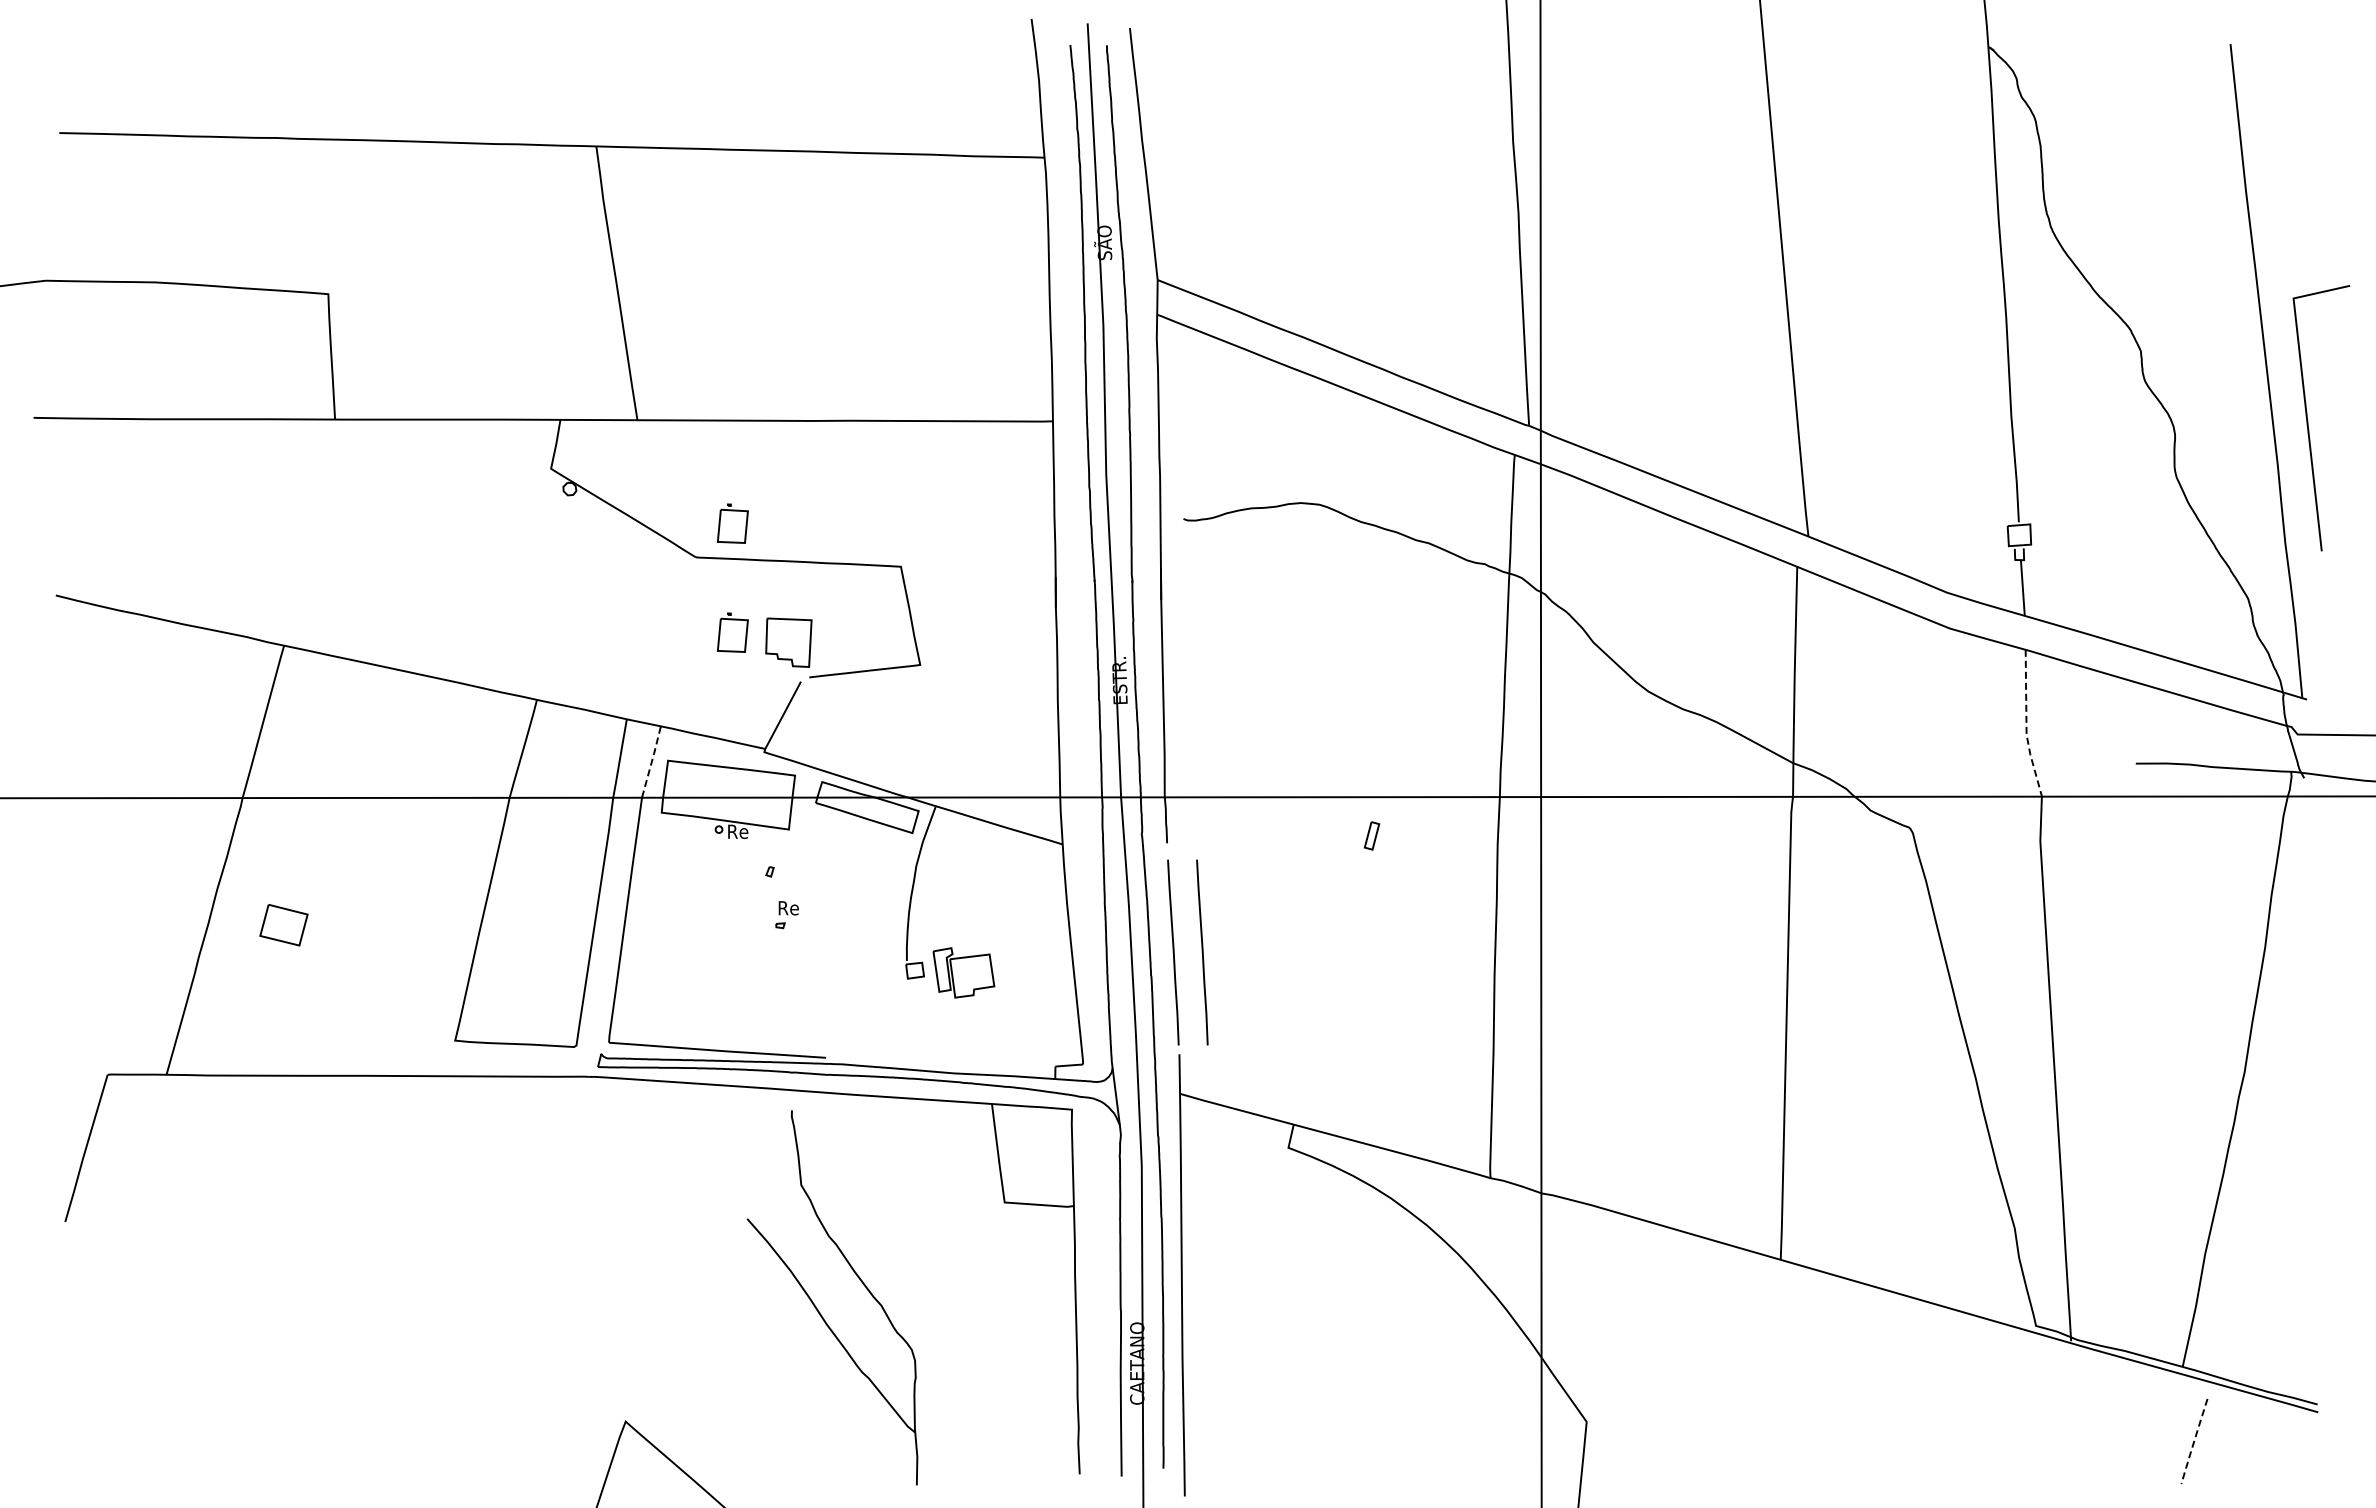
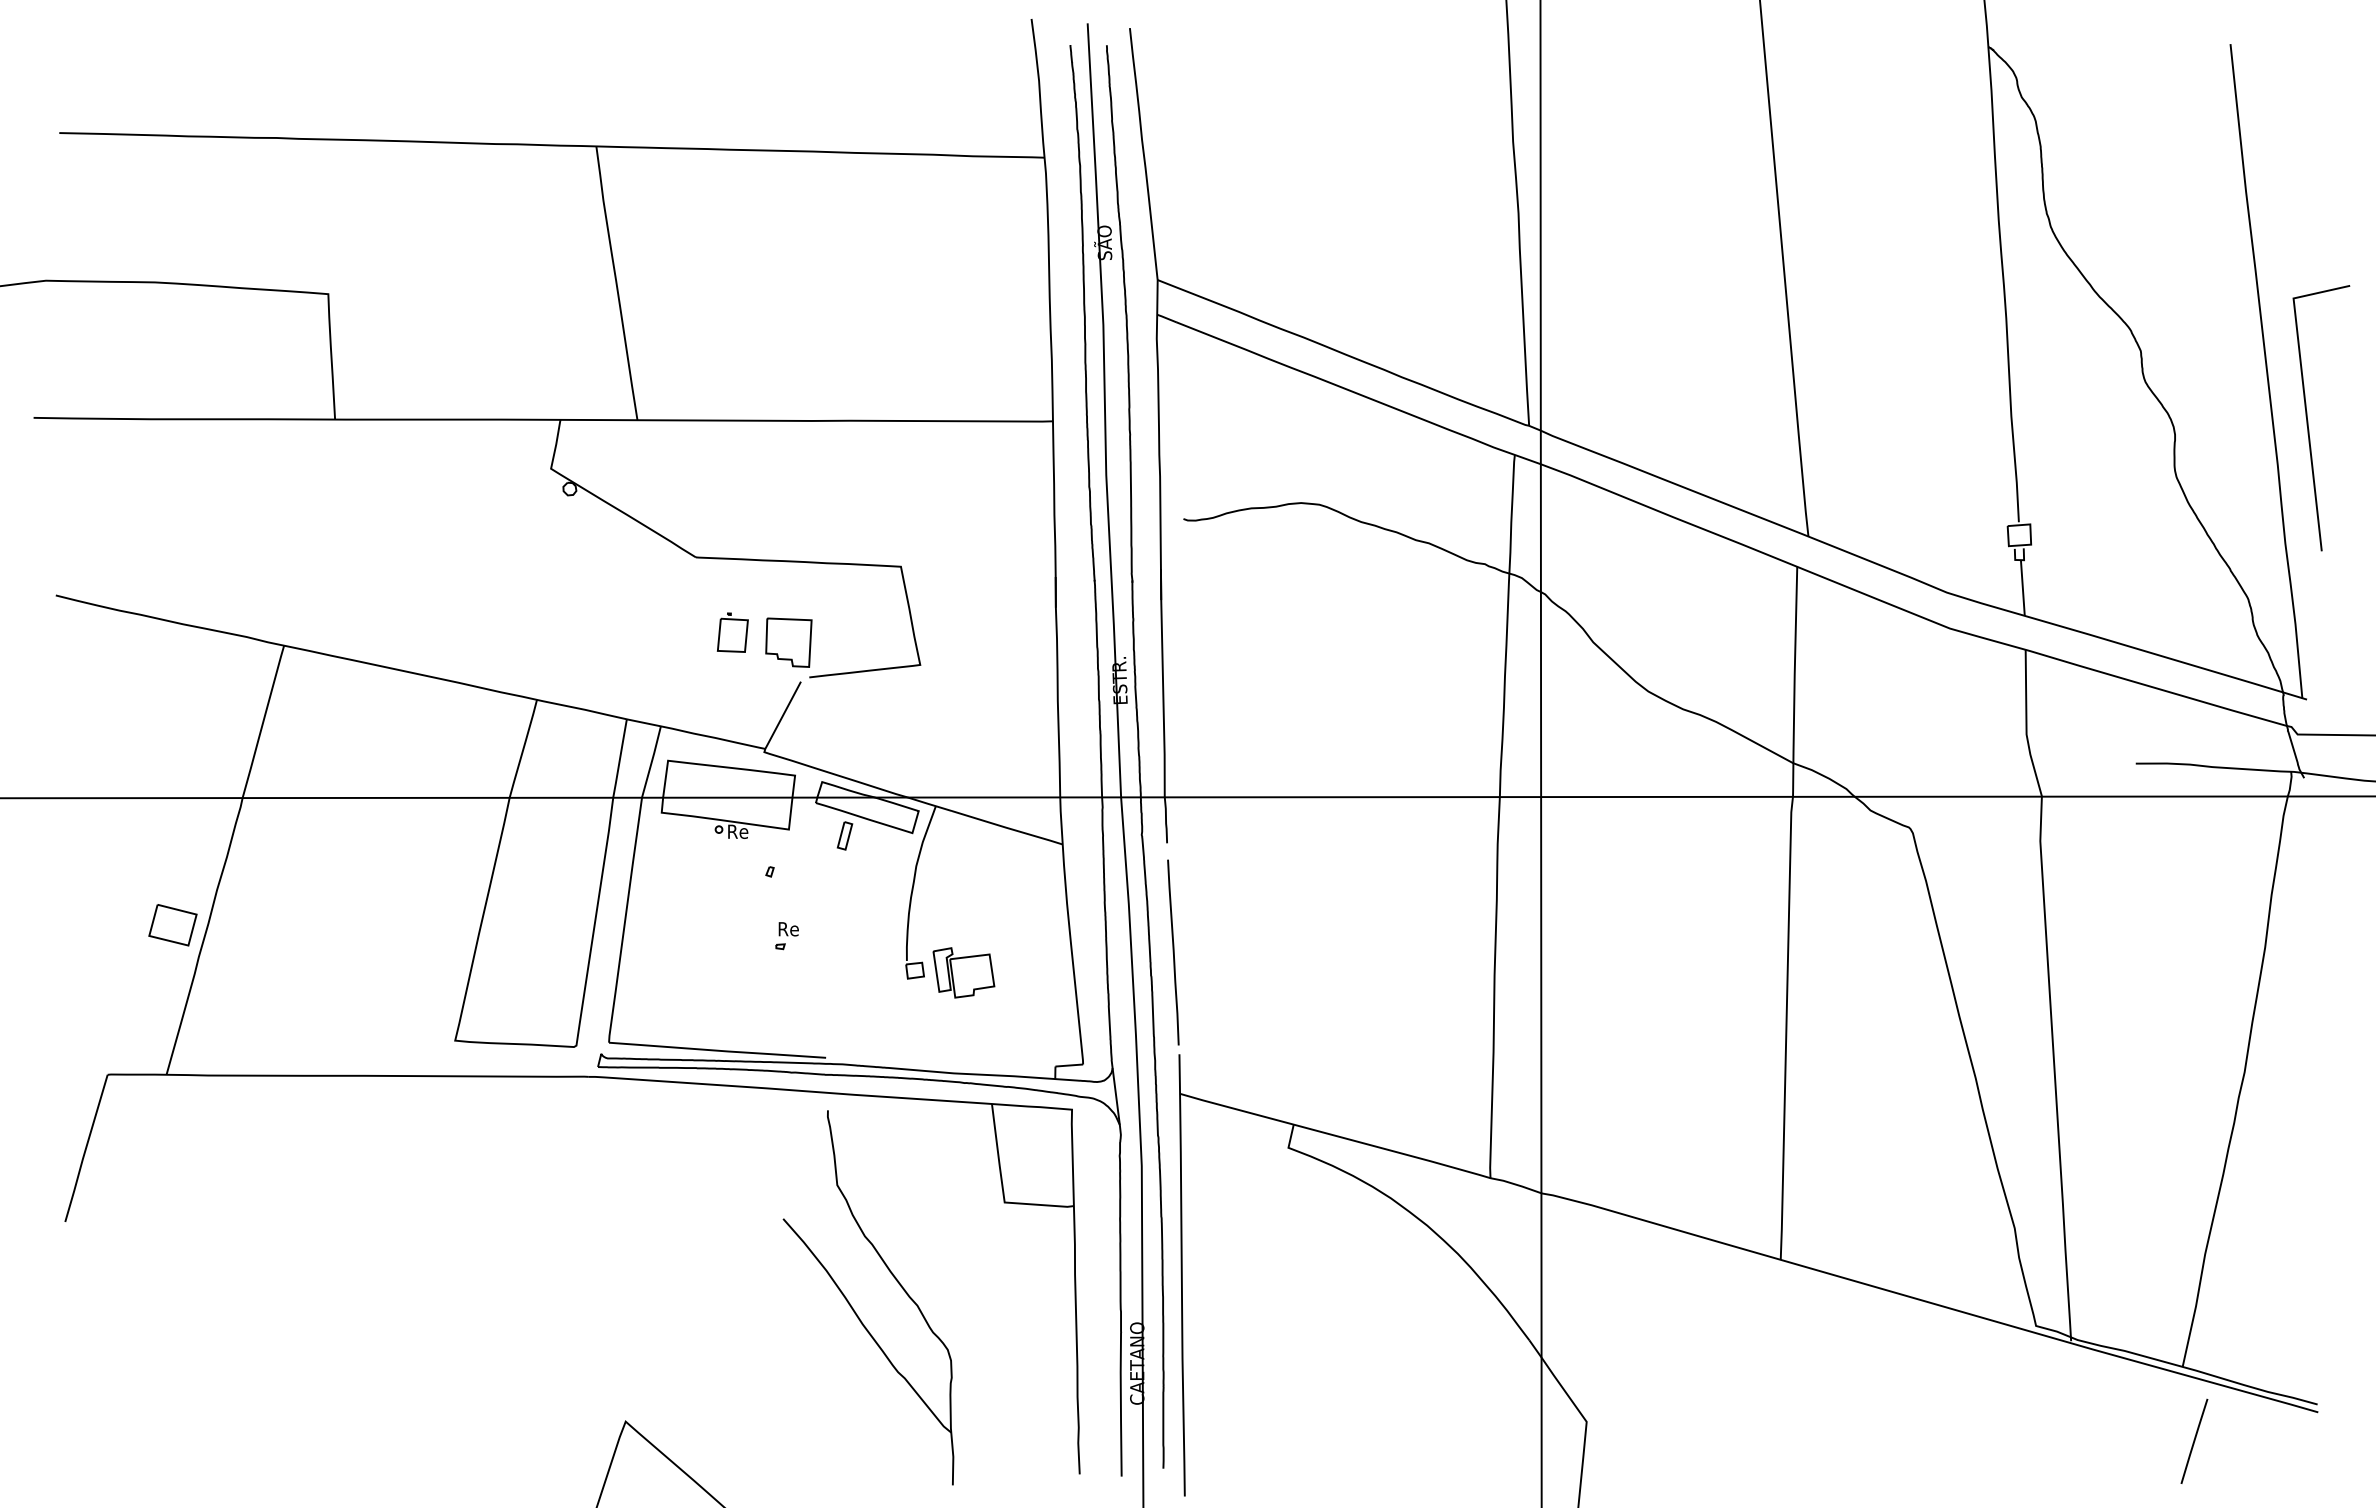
part at (732, 523): present -> none
line at (2026, 725): dashed -> solid
line at (652, 760): dashed -> solid
part at (1371, 835) position: (1371, 835) -> (844, 835)
part at (786, 915) position: (786, 915) -> (786, 936)
part at (283, 925) position: (283, 925) -> (172, 925)
line at (1202, 952): present -> none
part at (816, 1306) position: (816, 1306) -> (852, 1306)
line at (2194, 1441): dashed -> solid
